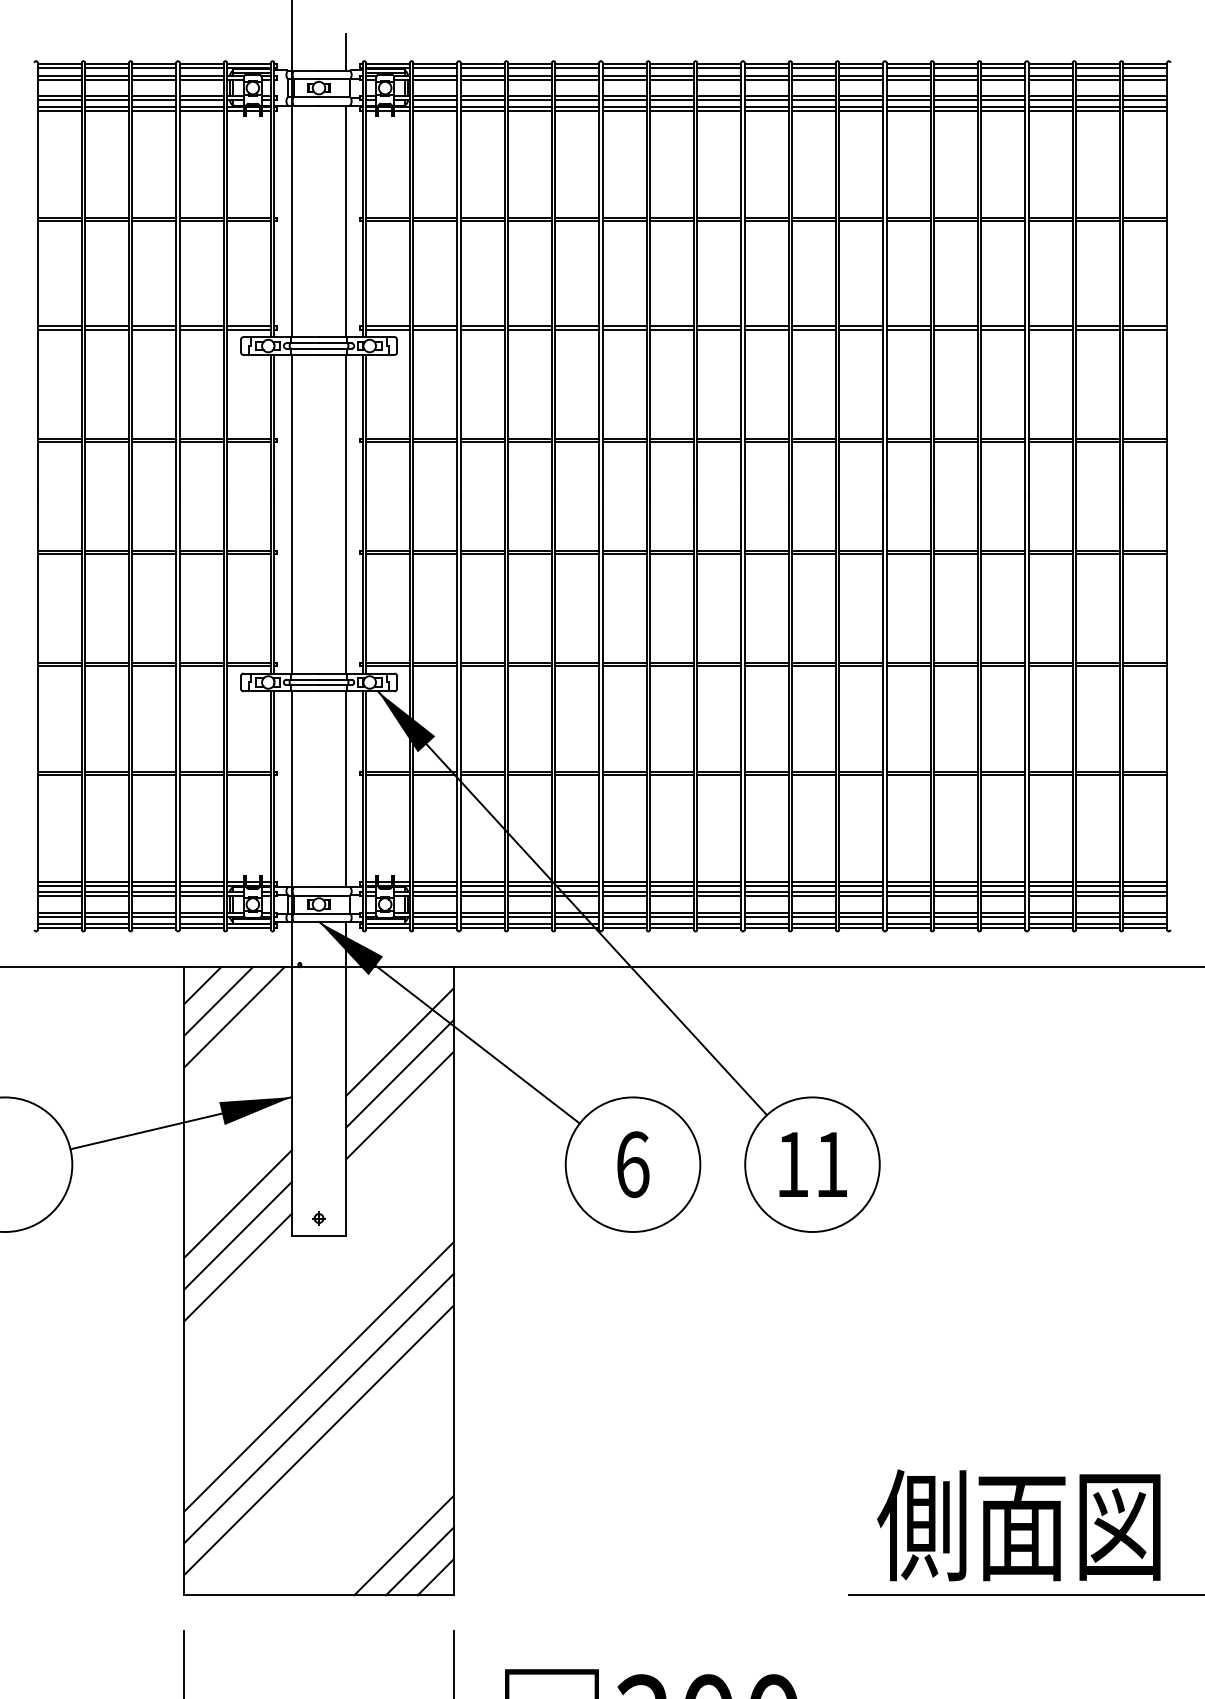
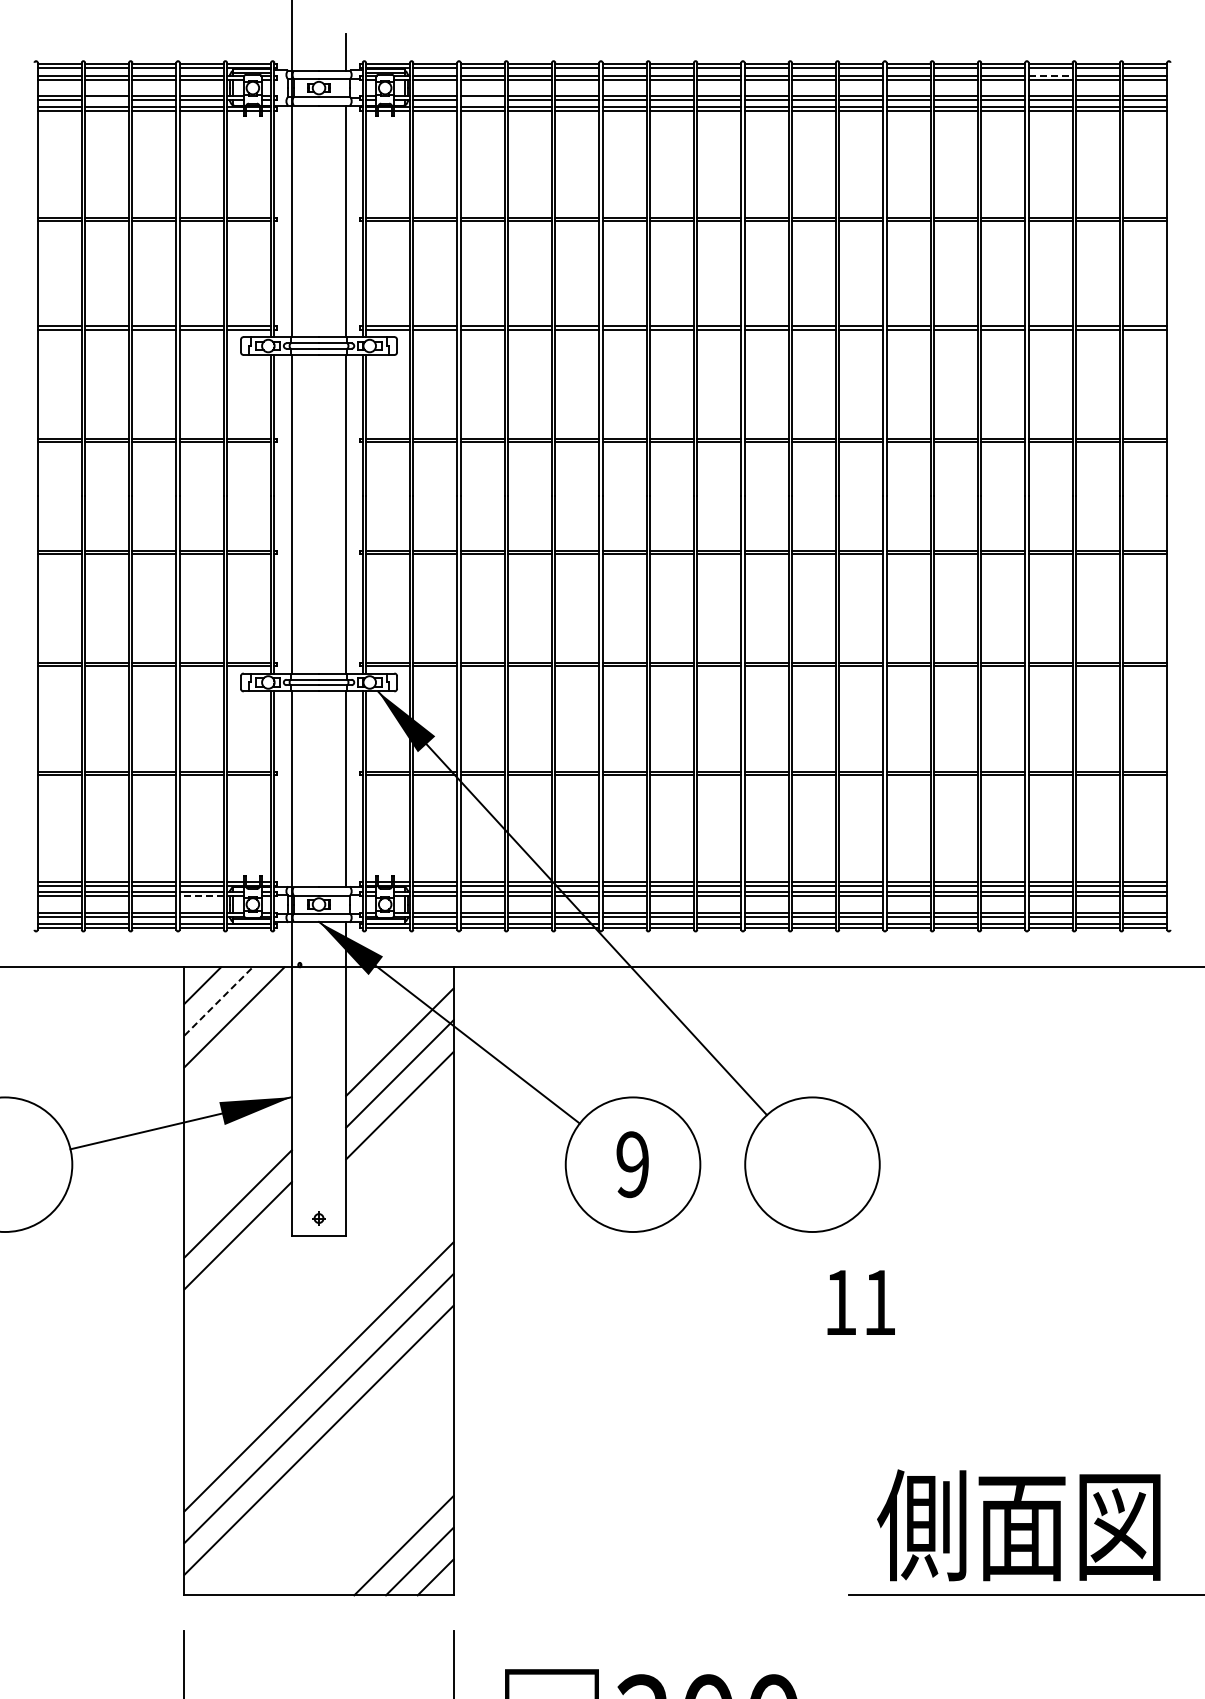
line at (1051, 75): solid -> dashed
line at (107, 100): present -> none
line at (482, 100): present -> none
line at (201, 896): solid -> dashed
line at (218, 1001): solid -> dashed
text at (632, 1164): 6 -> 9
text at (812, 1164) position: (812, 1164) -> (860, 1302)
line at (237, 1267): present -> none
